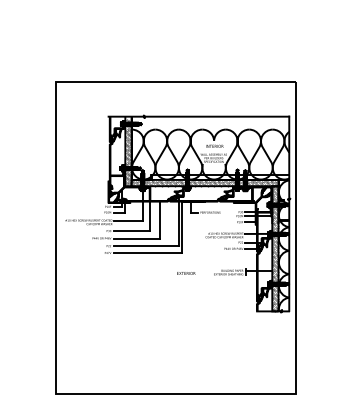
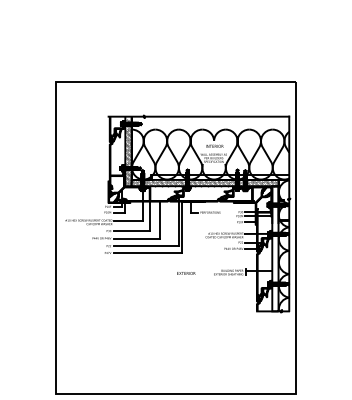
hatch at (275, 249): present -> none
